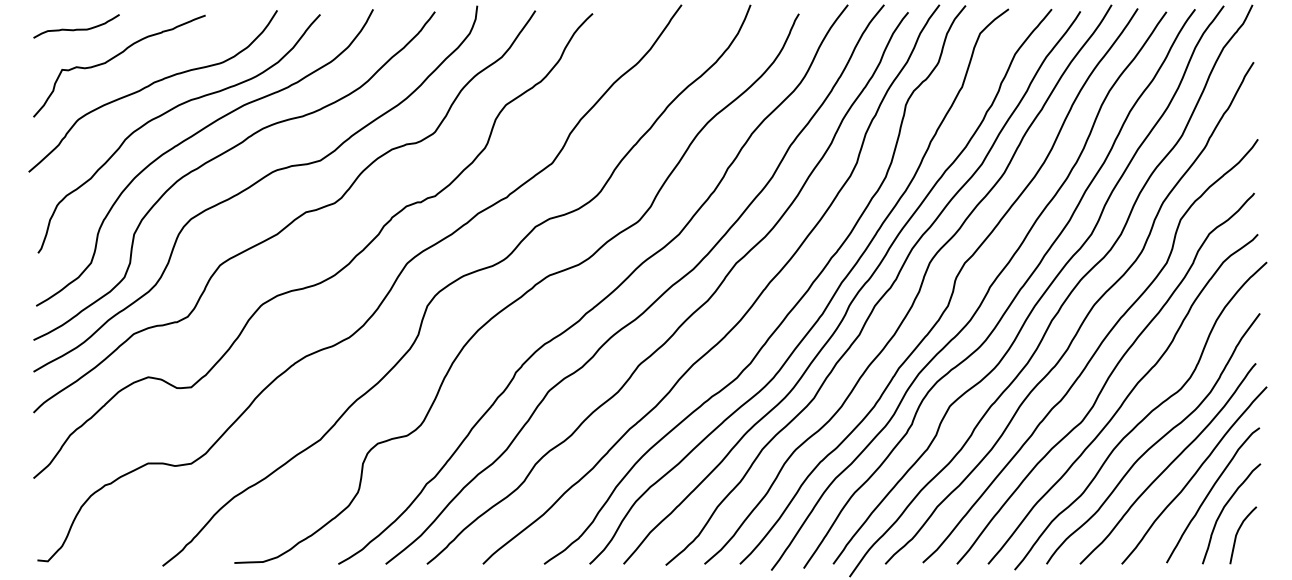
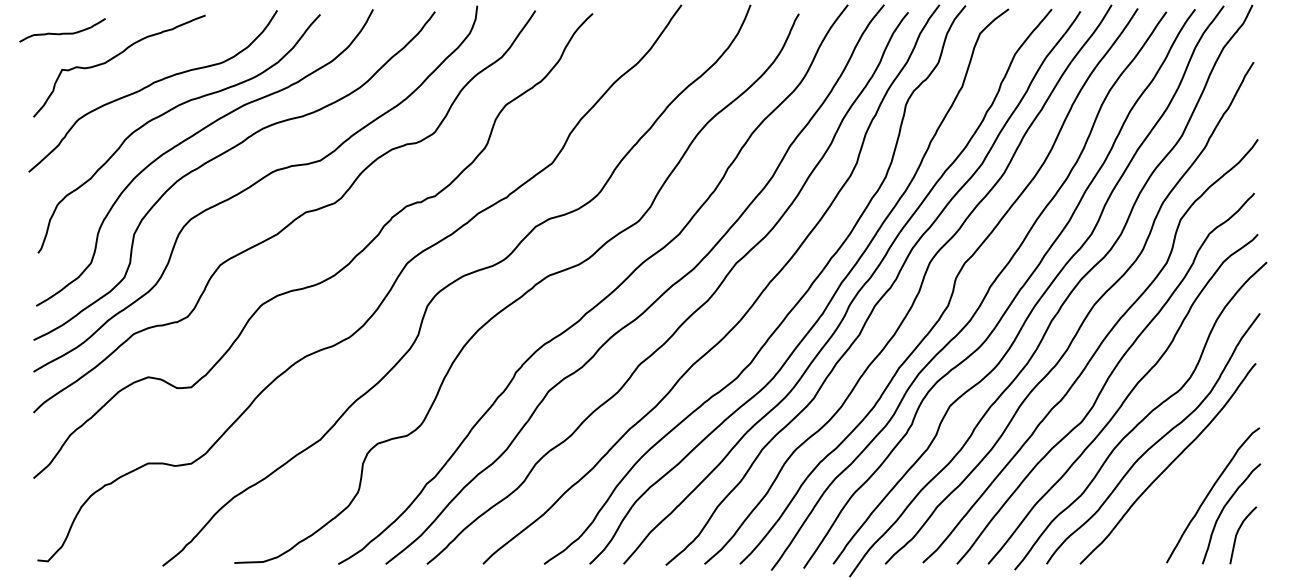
curve at (76, 28) position: (76, 28) -> (62, 32)
curve at (1194, 475): present -> none
